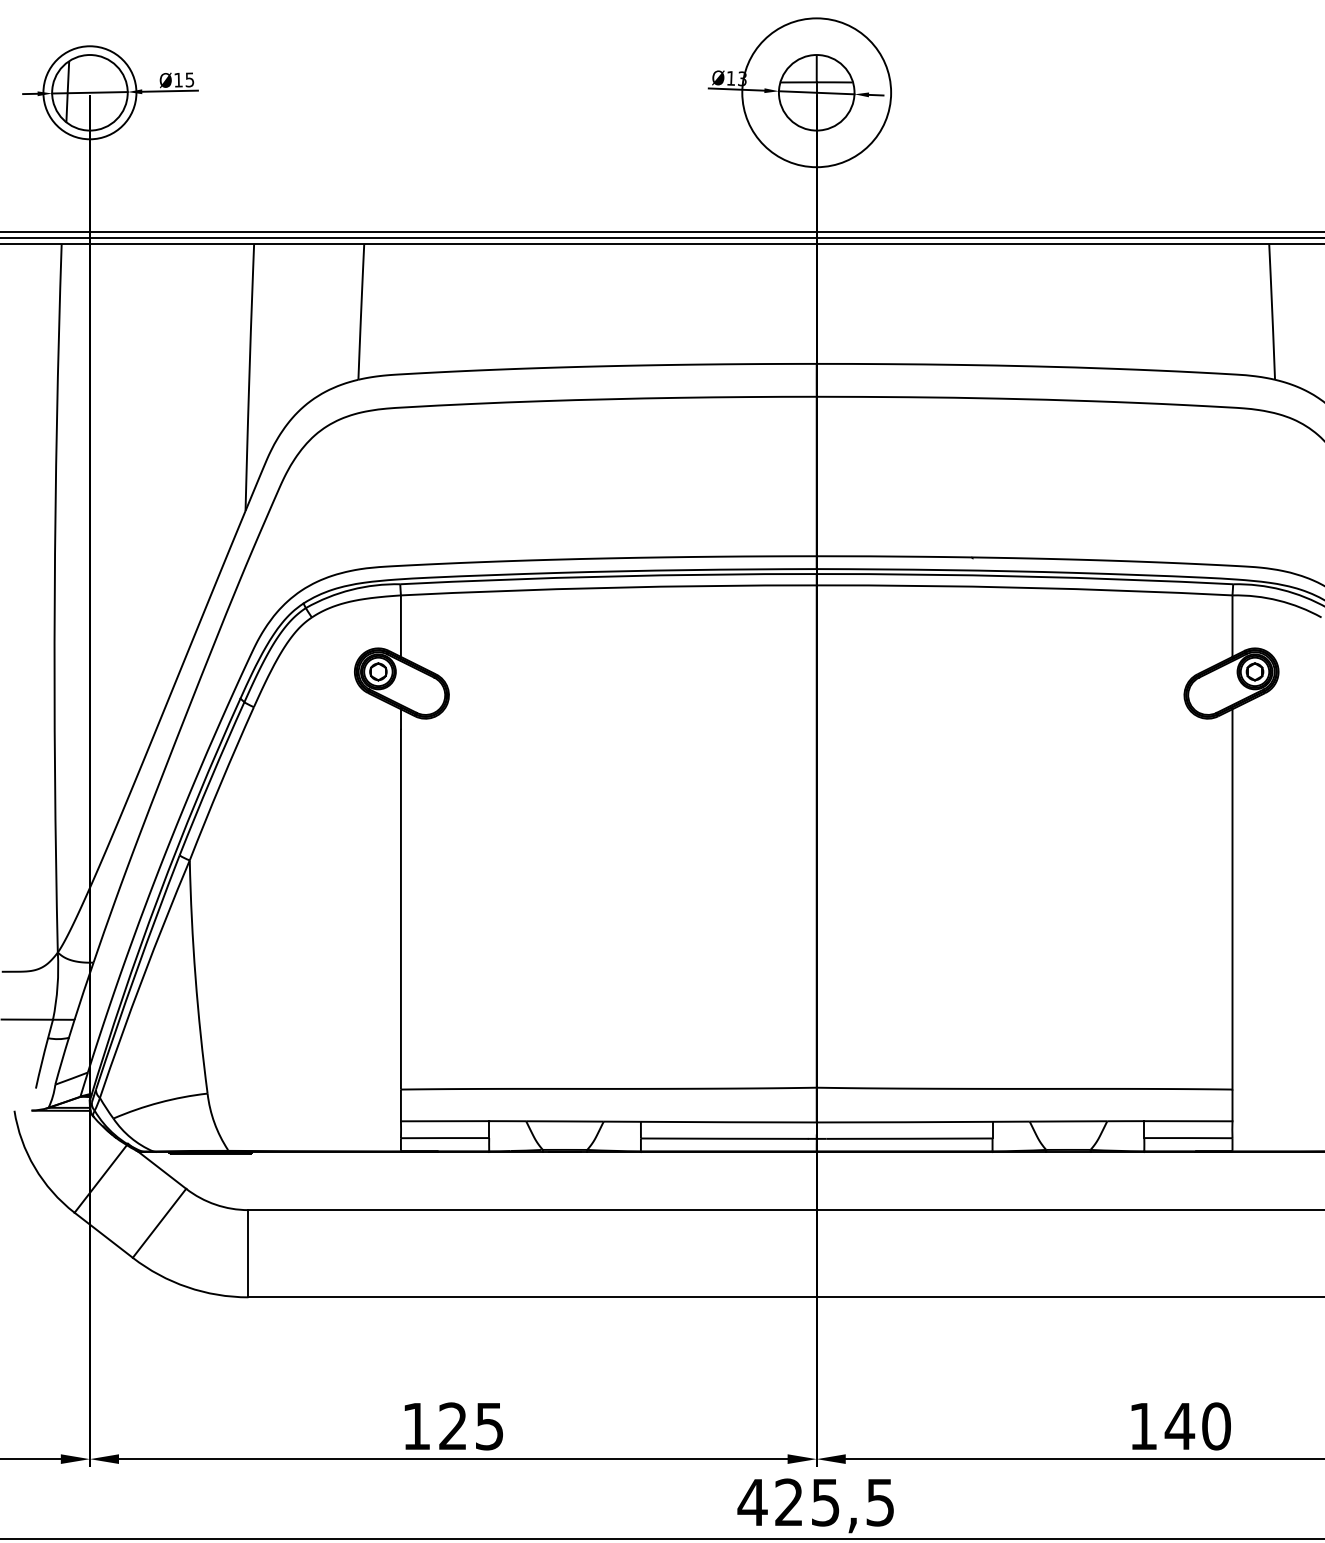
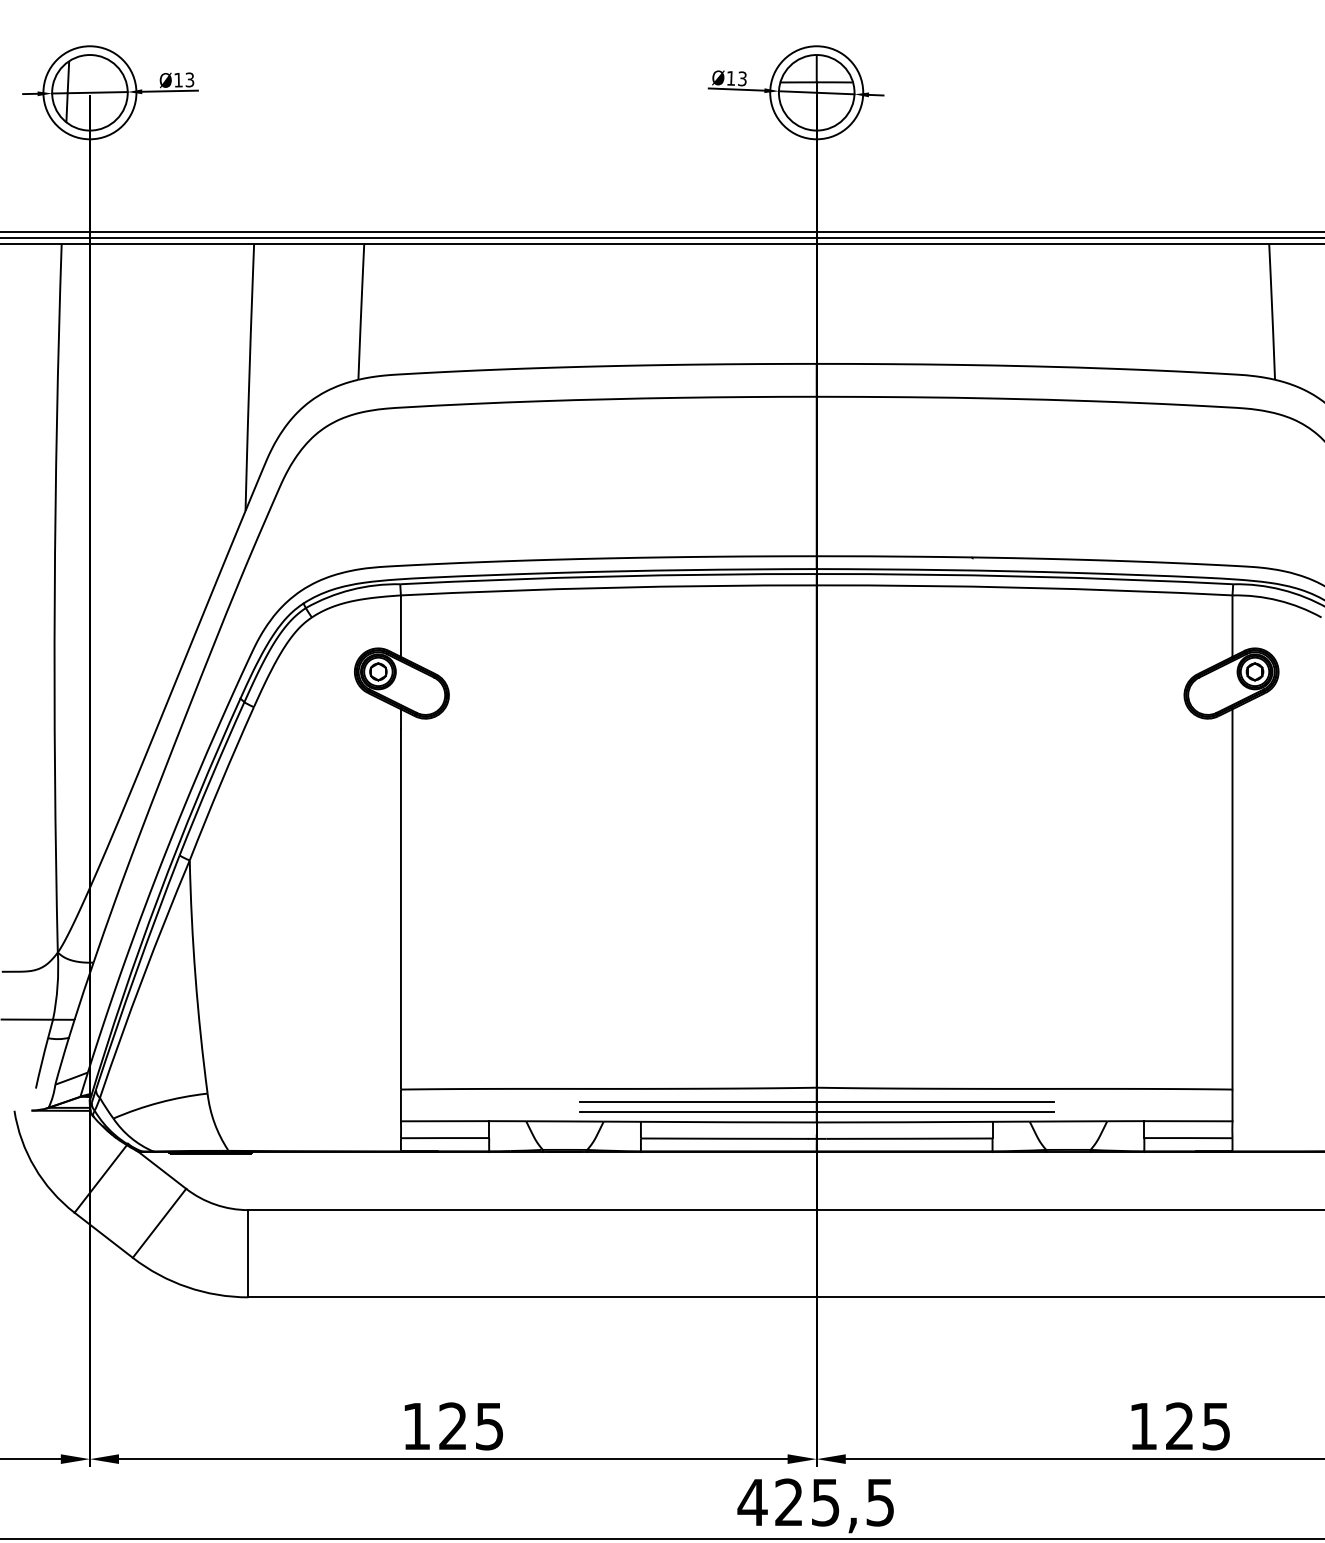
text at (190, 79): 15 -> 13
circle at (816, 92) diameter: 149 px -> 93 px
line at (816, 1101): none -> present
line at (816, 1112): none -> present
text at (1197, 1426): 140 -> 125
